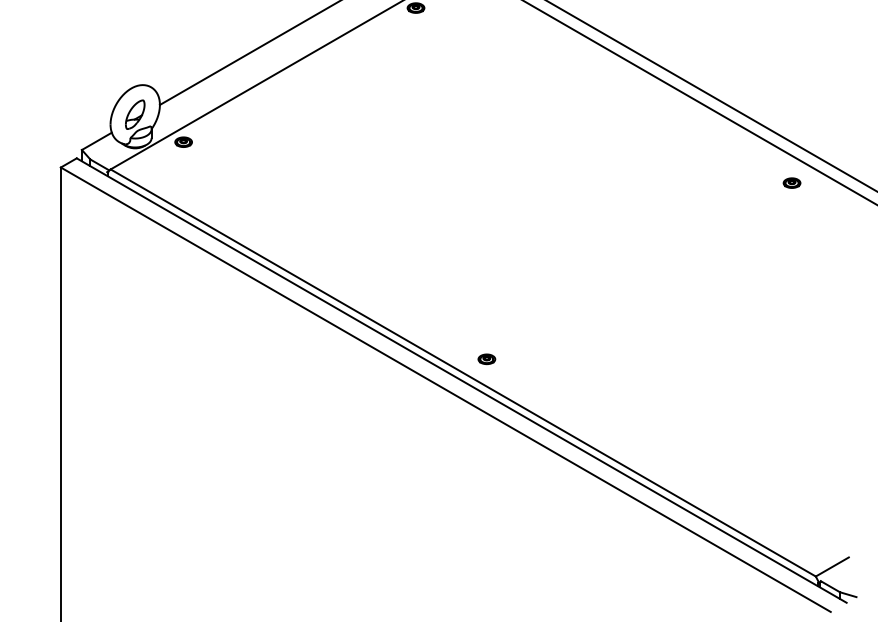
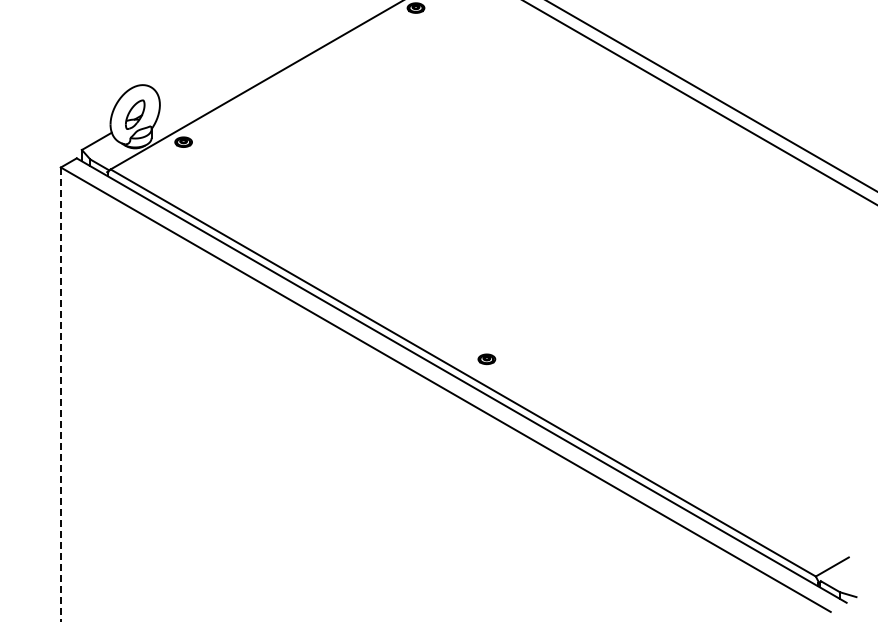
line at (248, 53): present -> none
part at (791, 182): present -> none
line at (60, 394): solid -> dashed
